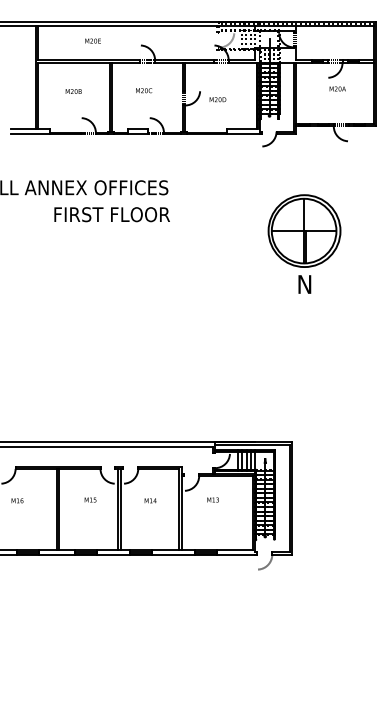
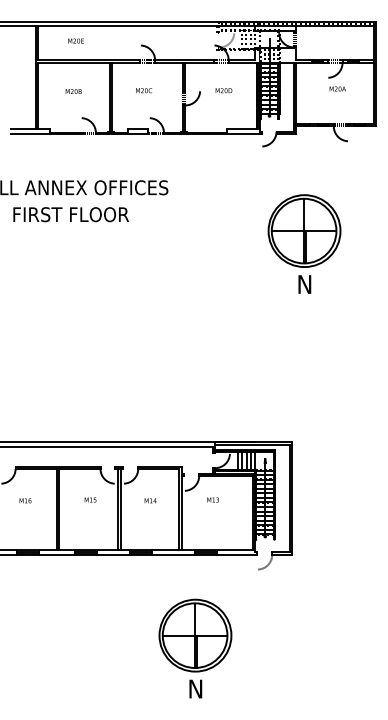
text at (92, 40) position: (92, 40) -> (75, 40)
text at (217, 99) position: (217, 99) -> (223, 90)
text at (111, 214) position: (111, 214) -> (70, 214)
text at (17, 500) position: (17, 500) -> (25, 500)
part at (195, 648): none -> present
